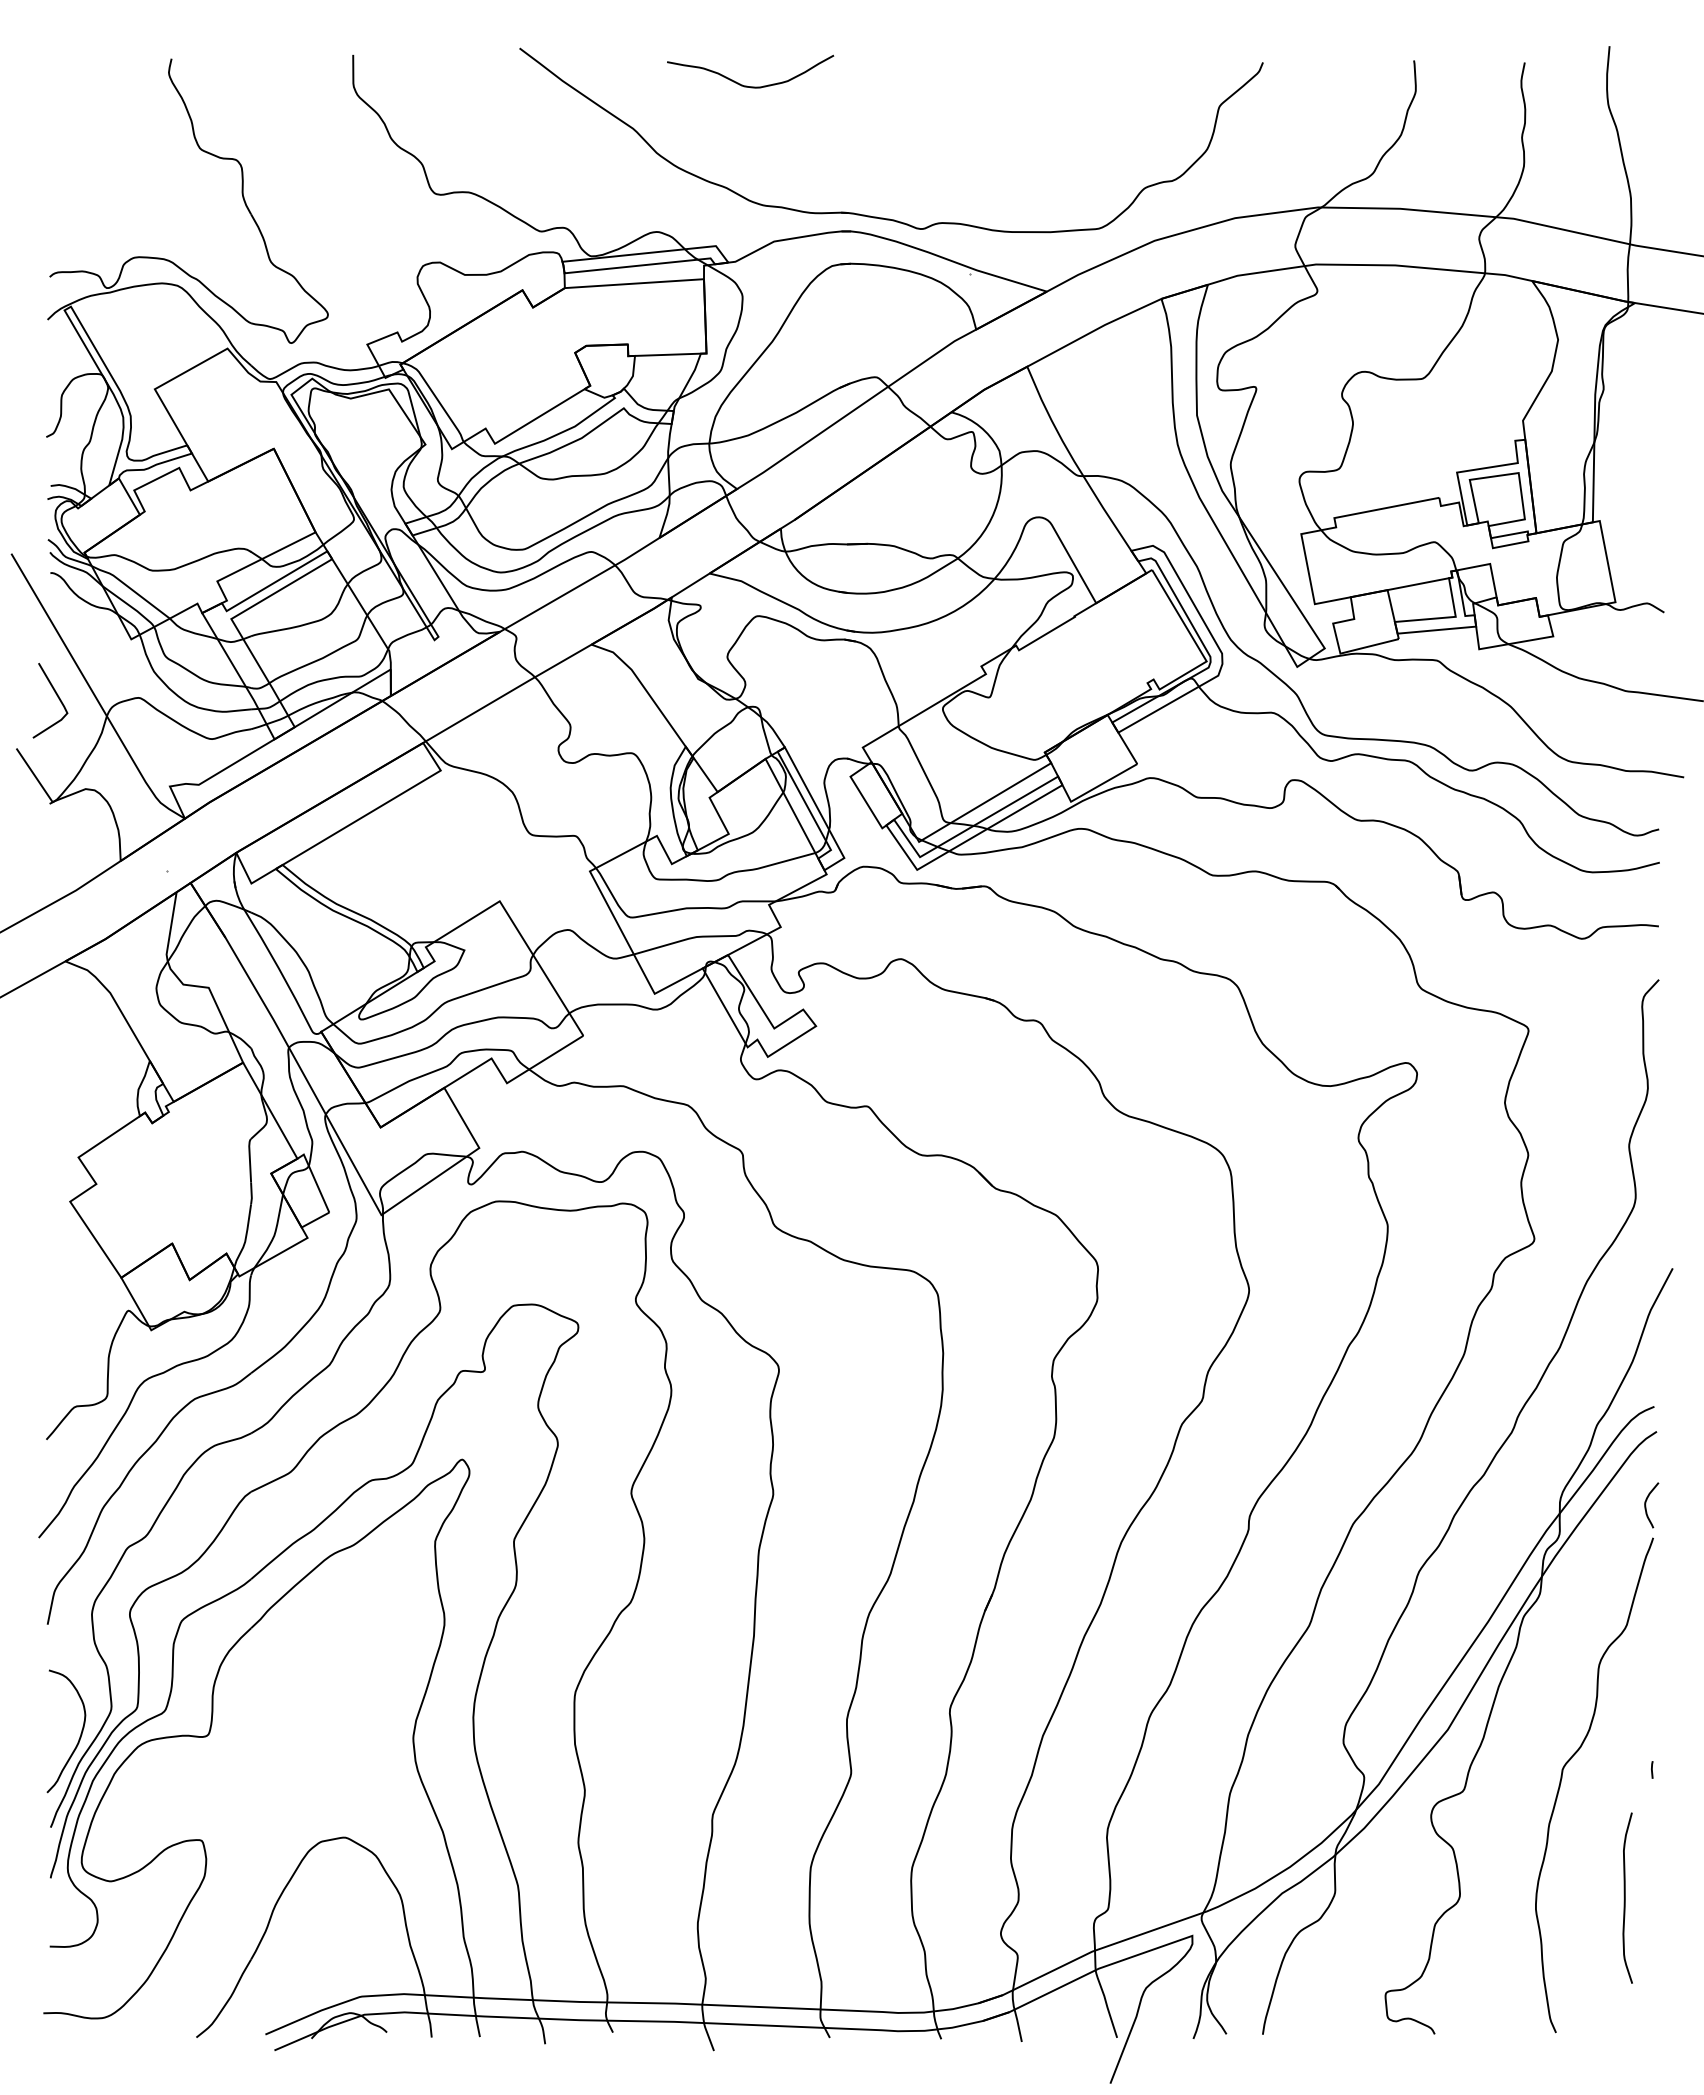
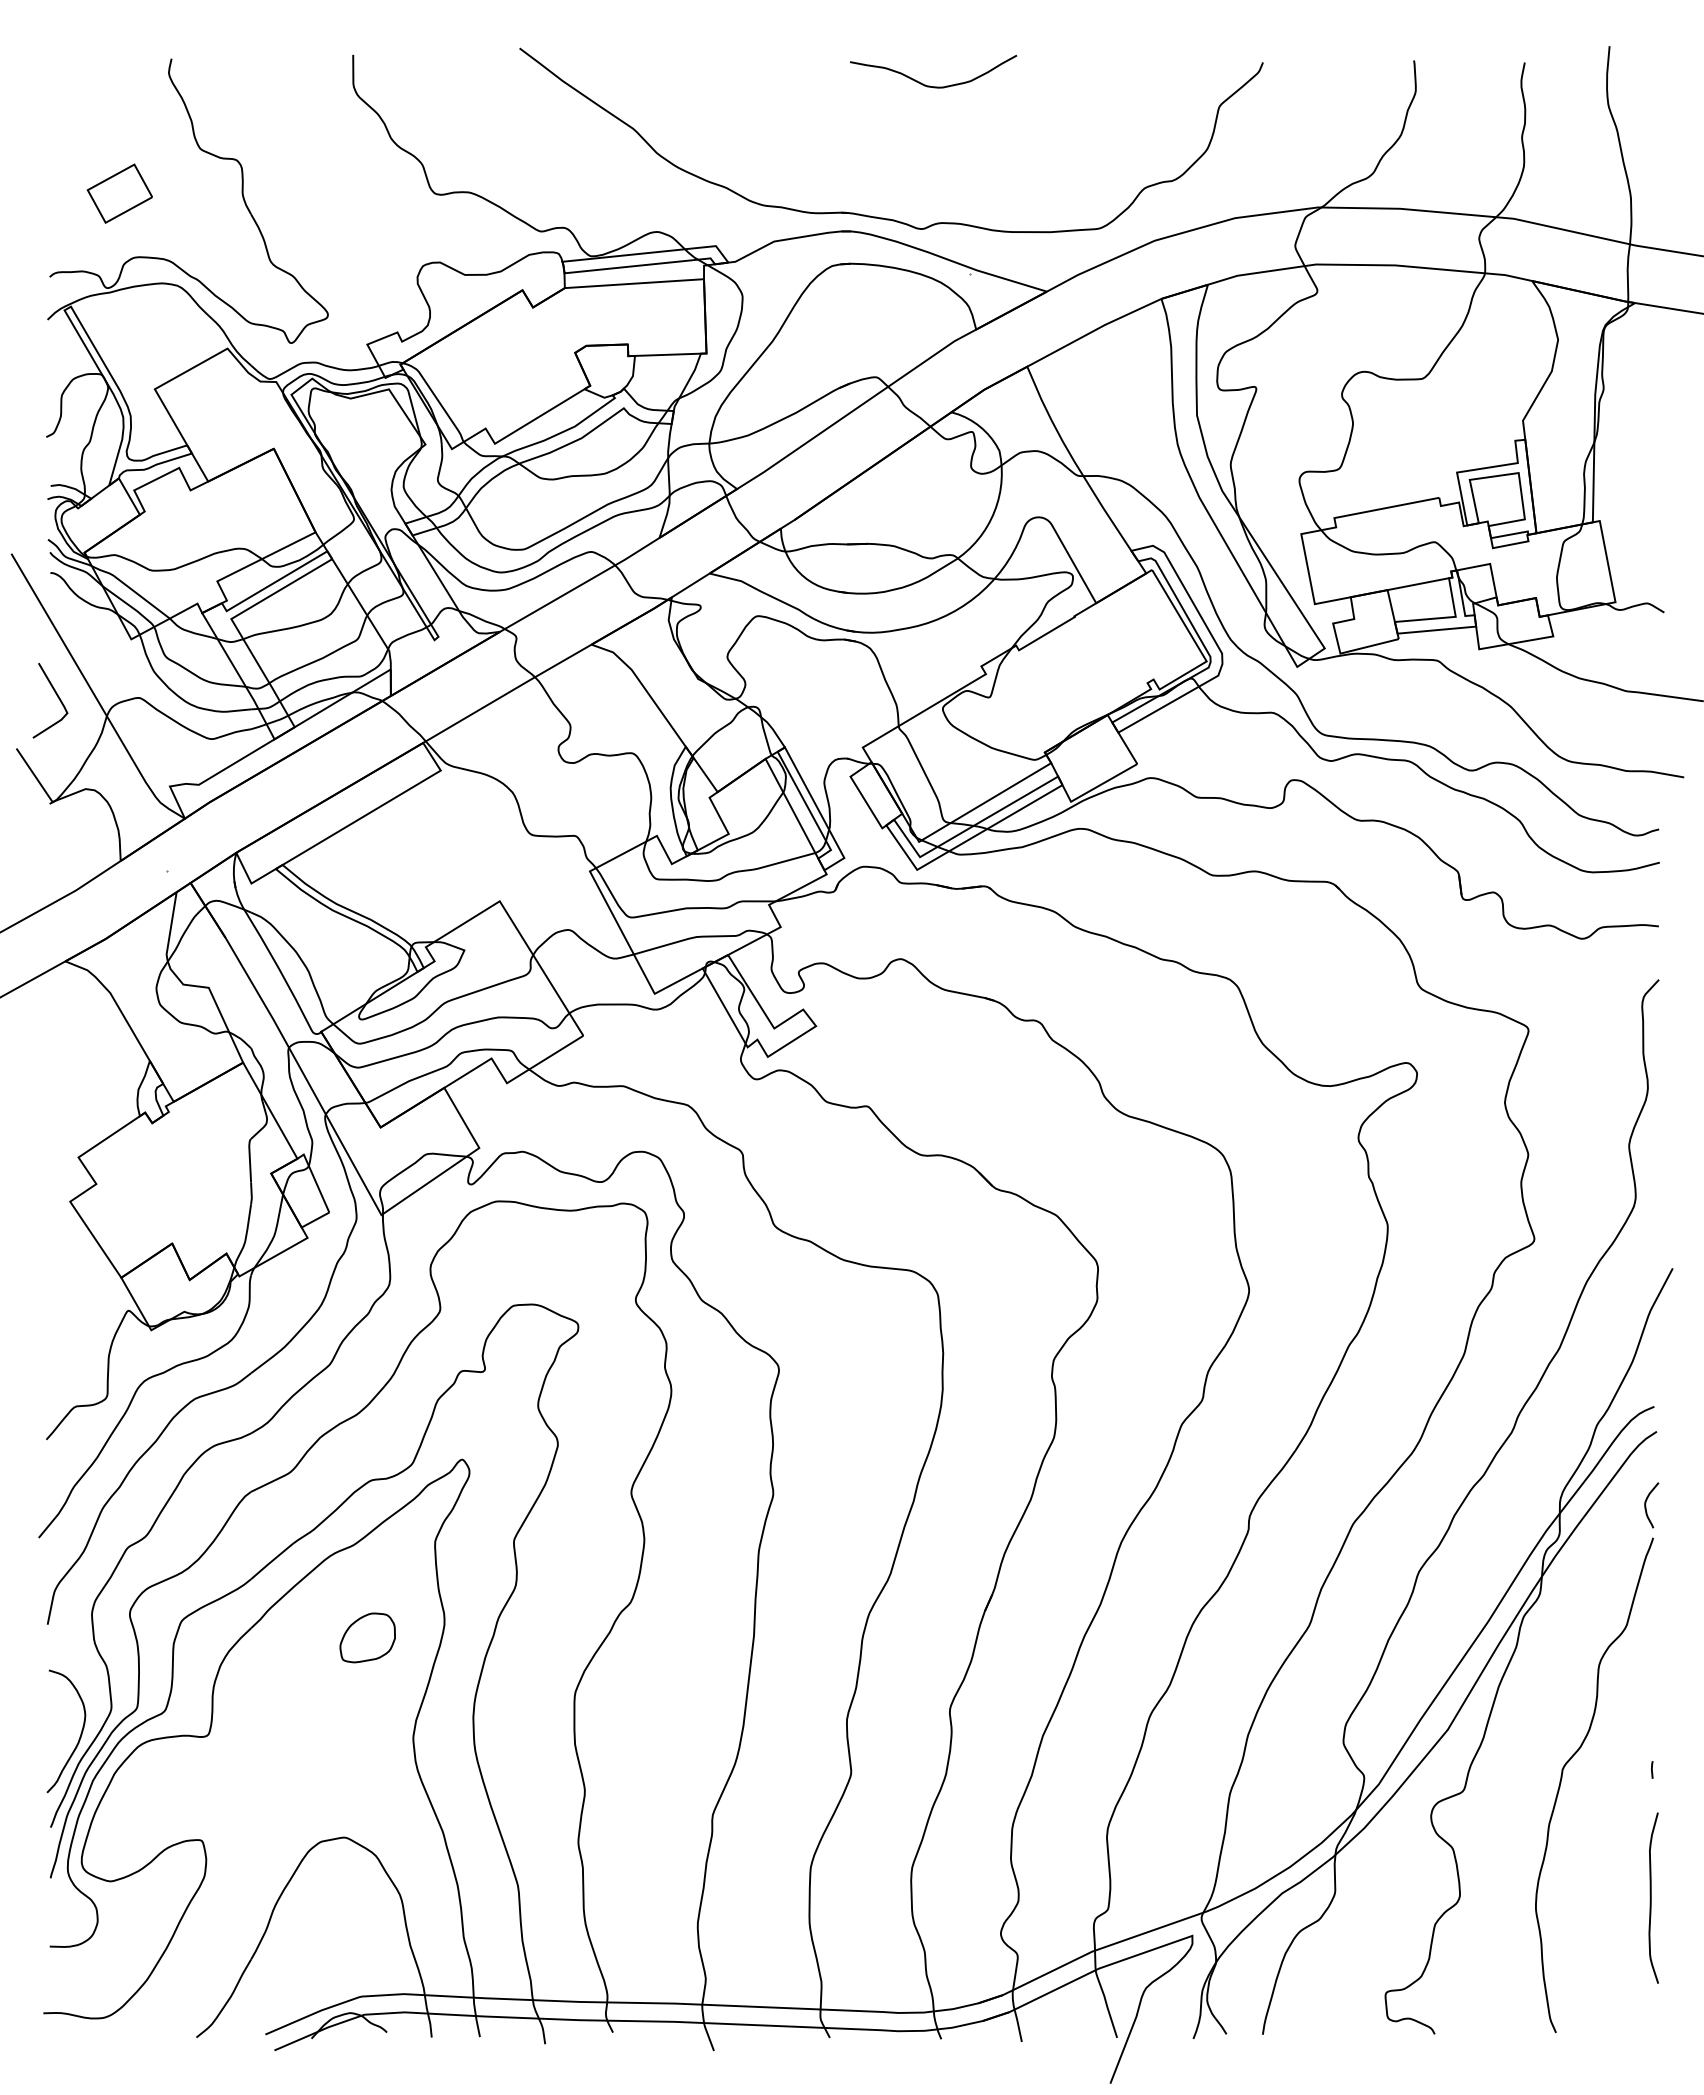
curve at (747, 85) position: (747, 85) -> (930, 85)
part at (119, 193): none -> present
part at (367, 1637): none -> present
curve at (1625, 1897) position: (1625, 1897) -> (1651, 1897)
